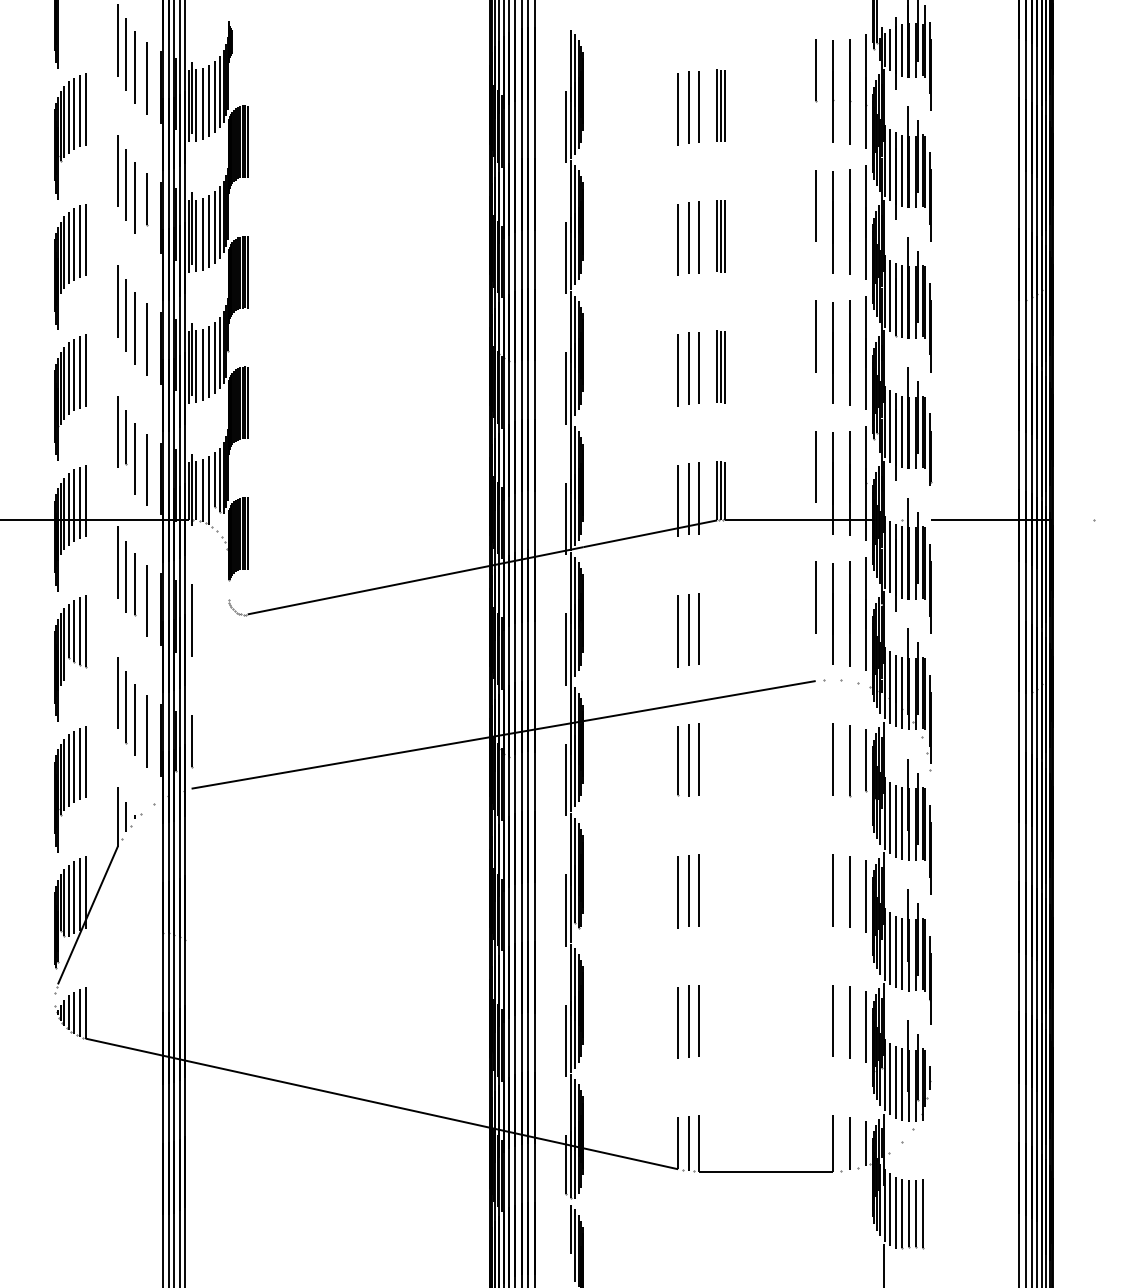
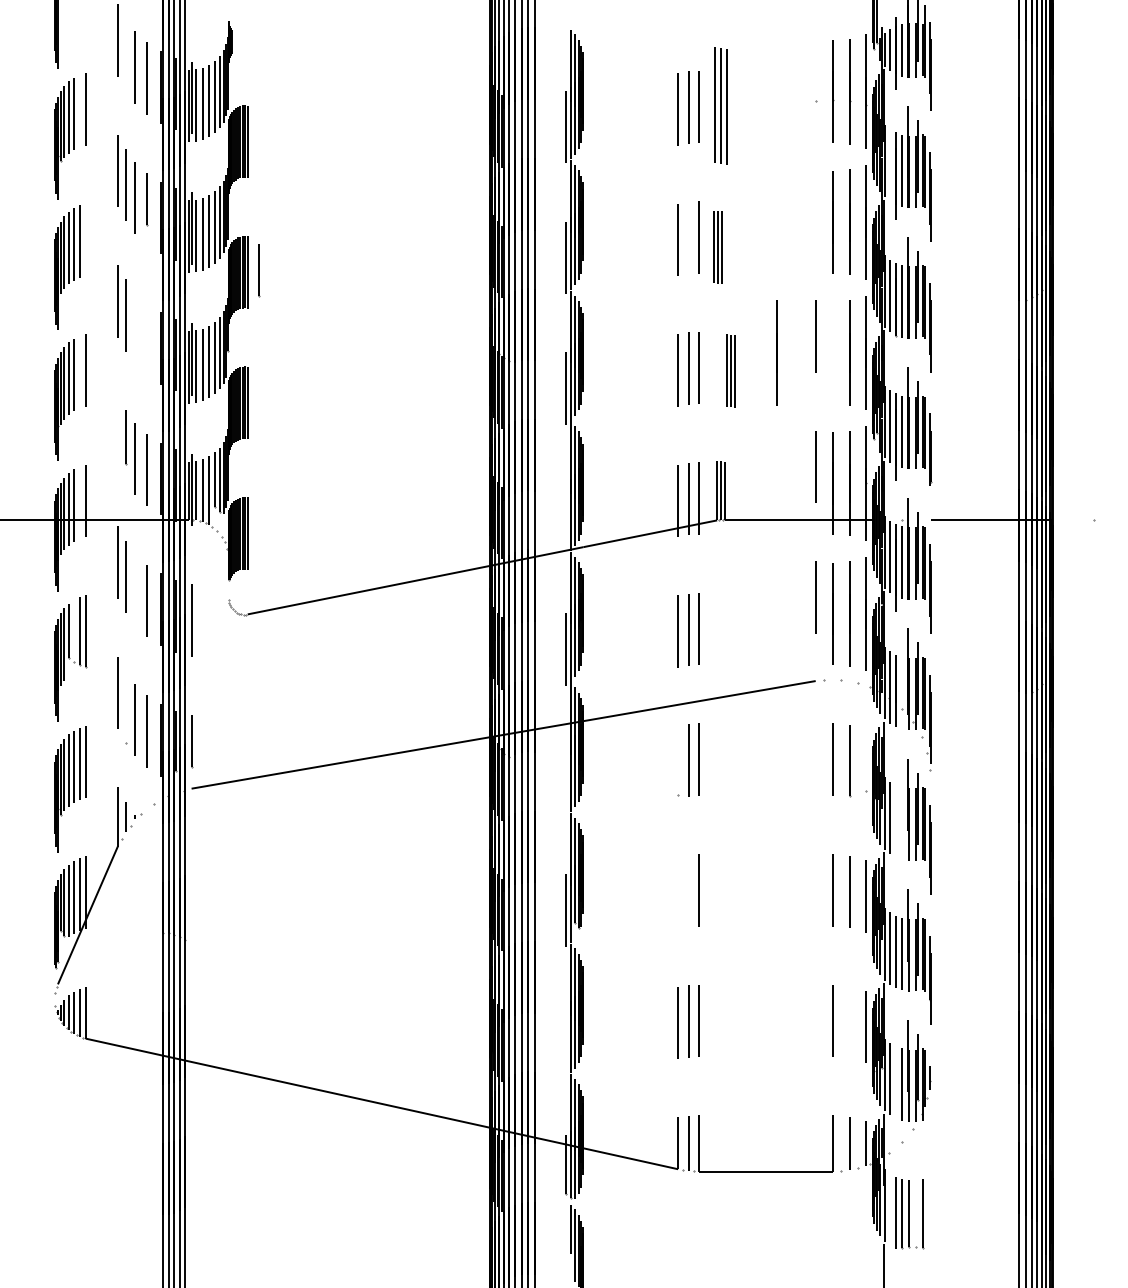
line at (125, 54): present -> none
line at (815, 69): present -> none
part at (720, 105) size: 10x73 px -> 14x118 px
line at (79, 110): present -> none
line at (890, 164): present -> none
line at (815, 205): present -> none
part at (720, 236) position: (720, 236) -> (717, 247)
line at (688, 237): present -> none
line at (85, 239): present -> none
line at (259, 270): none -> present
line at (134, 328): present -> none
line at (147, 339): present -> none
line at (776, 352): none -> present
line at (832, 352): present -> none
part at (720, 366) position: (720, 366) -> (730, 370)
line at (79, 372): present -> none
line at (117, 431): present -> none
line at (79, 502): present -> none
line at (566, 518): present -> none
line at (135, 584): present -> none
line at (73, 630): present -> none
line at (902, 692): present -> none
line at (125, 707): present -> none
line at (678, 760): present -> none
line at (866, 760): present -> none
line at (566, 779): present -> none
line at (895, 821): present -> none
line at (902, 823): present -> none
line at (688, 890): present -> none
line at (678, 892): present -> none
line at (849, 1022): present -> none
line at (566, 1040): present -> none
line at (895, 1082): present -> none
line at (890, 1209): present -> none
line at (916, 1213): present -> none
